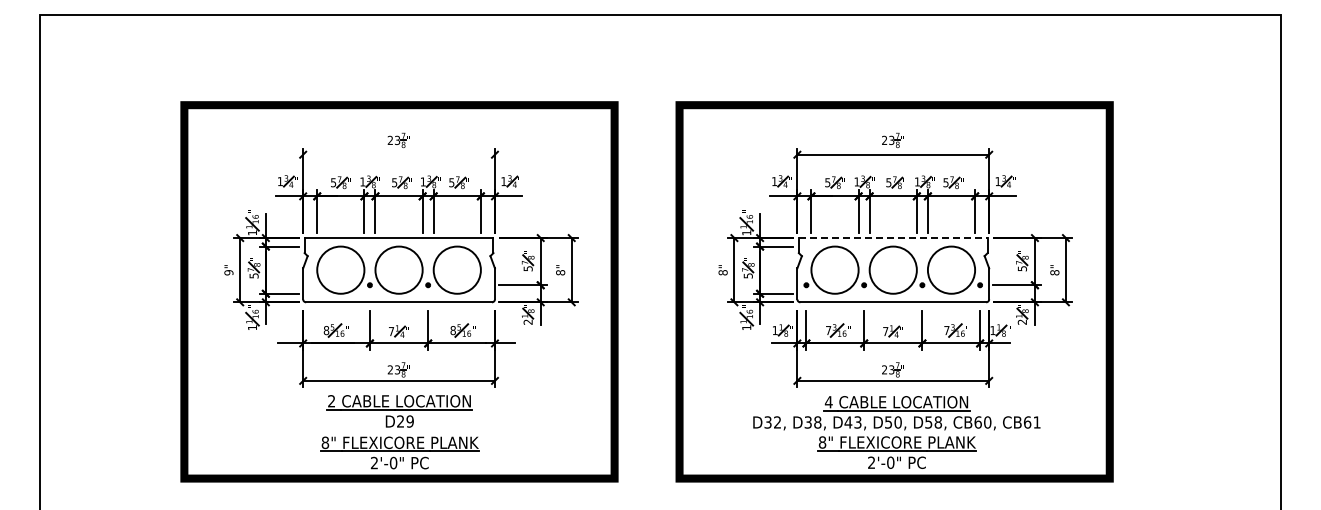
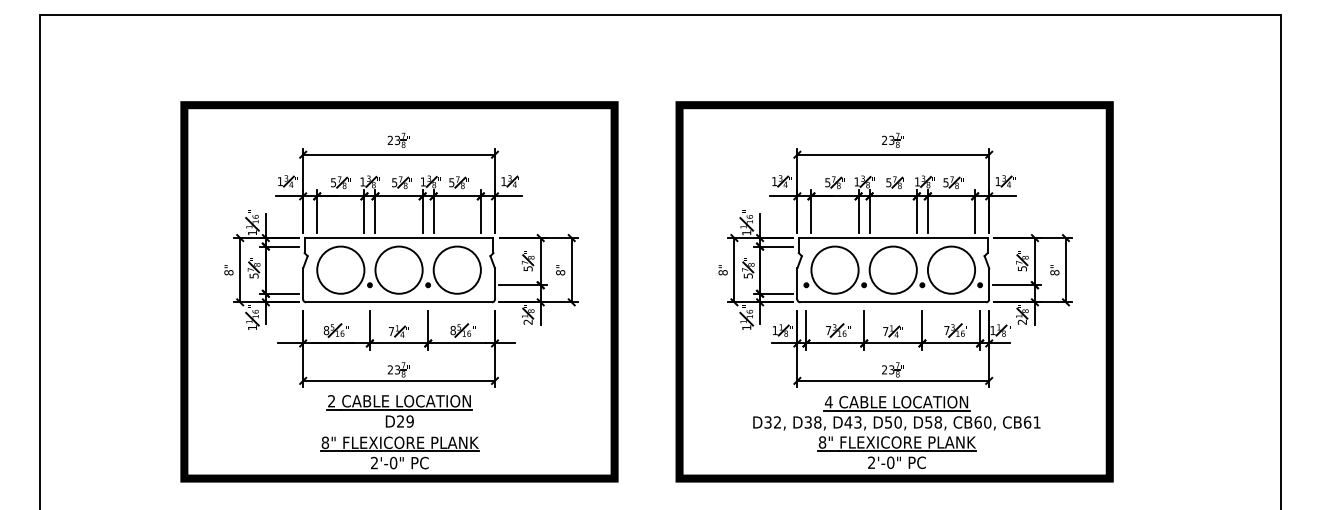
line at (398, 154): none -> present
line at (893, 238): dashed -> solid
text at (228, 272): 9" -> 8"
